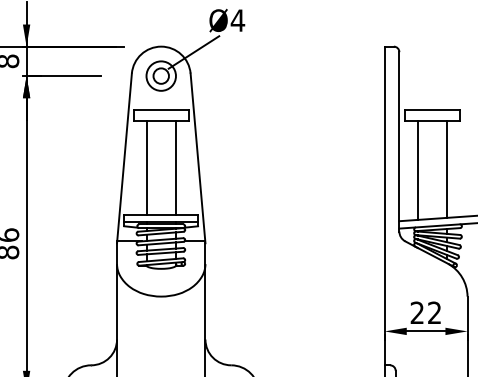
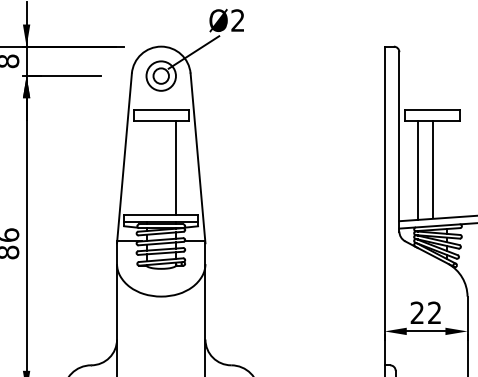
text at (237, 20): Ø4 -> Ø2
line at (146, 167): present -> none
line at (447, 168) position: (447, 168) -> (433, 168)
